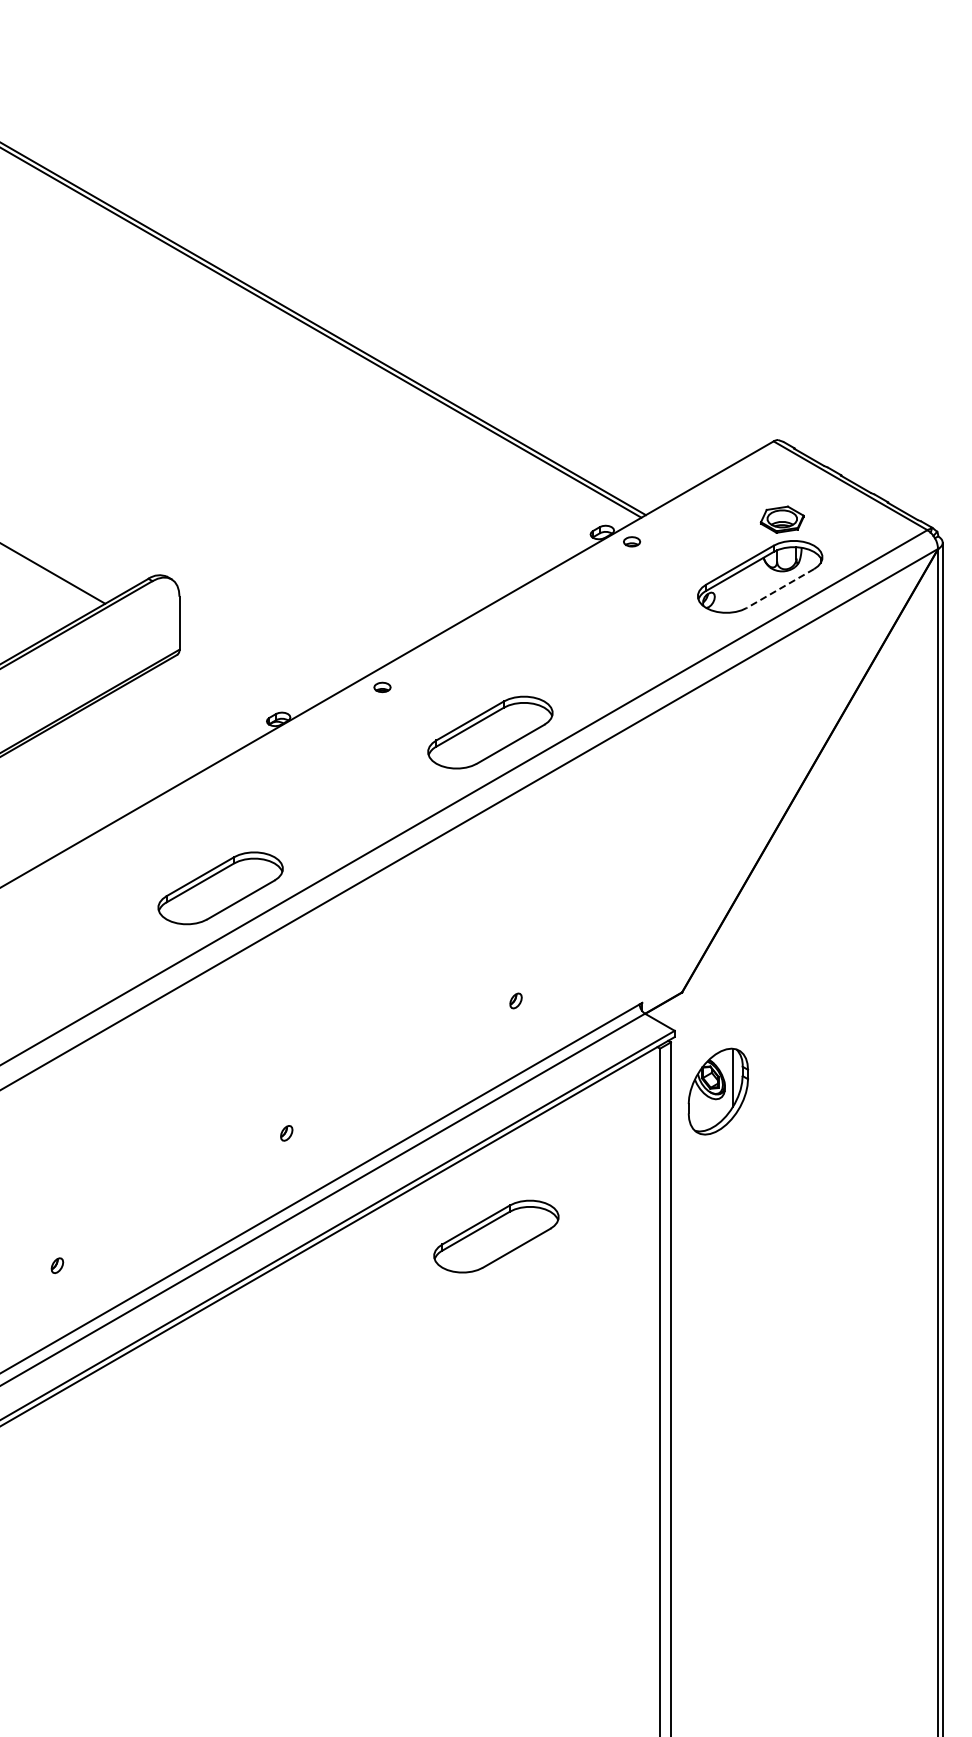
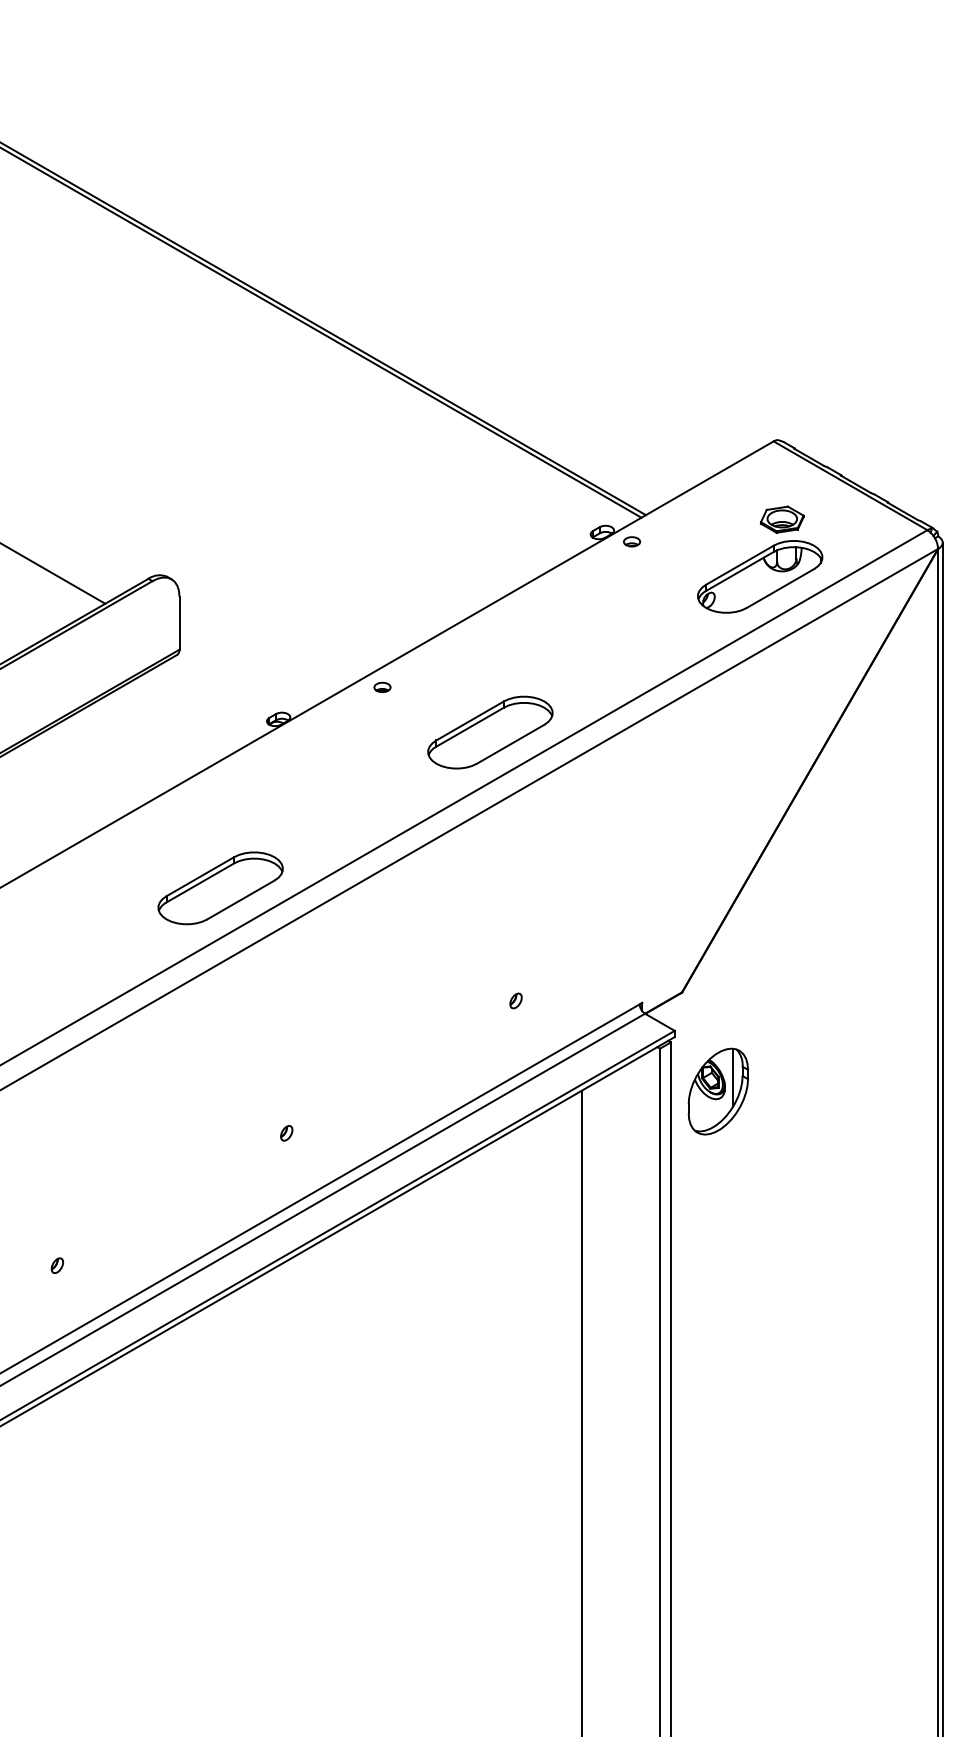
line at (780, 588): dashed -> solid
part at (496, 1236): present -> none
line at (581, 1411): none -> present
